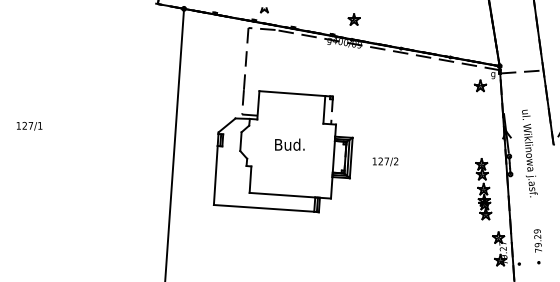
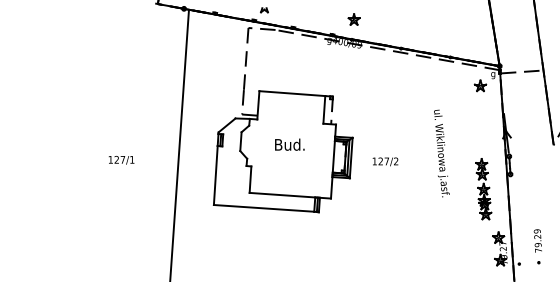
text at (29, 126) position: (29, 126) -> (121, 160)
line at (174, 144) position: (174, 144) -> (179, 144)
text at (529, 153) position: (529, 153) -> (441, 153)
